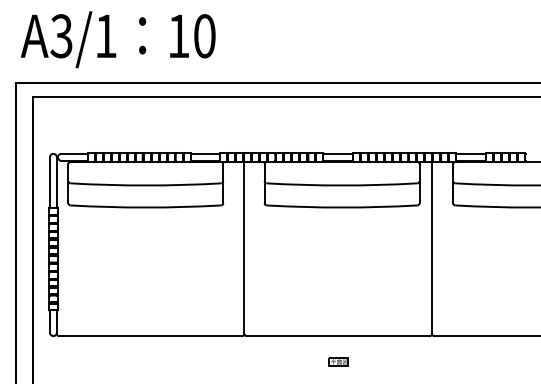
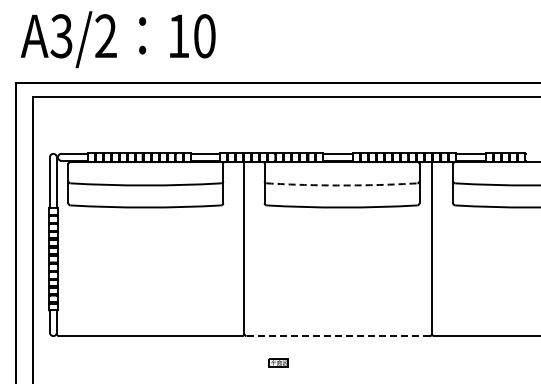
text at (105, 35): A3/1 -> A3/2
arc at (342, 185): solid -> dashed
line at (338, 336): solid -> dashed
part at (338, 361) position: (338, 361) -> (278, 362)
